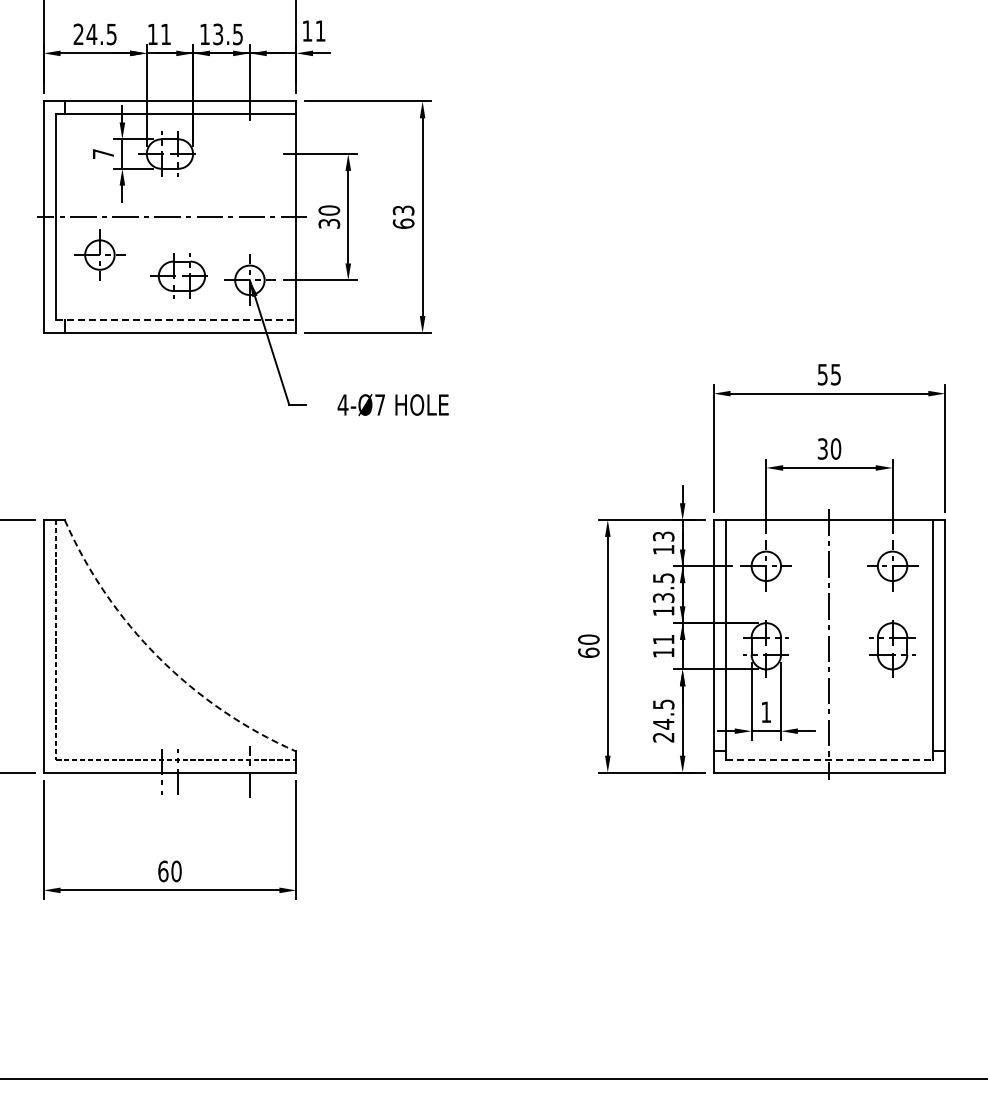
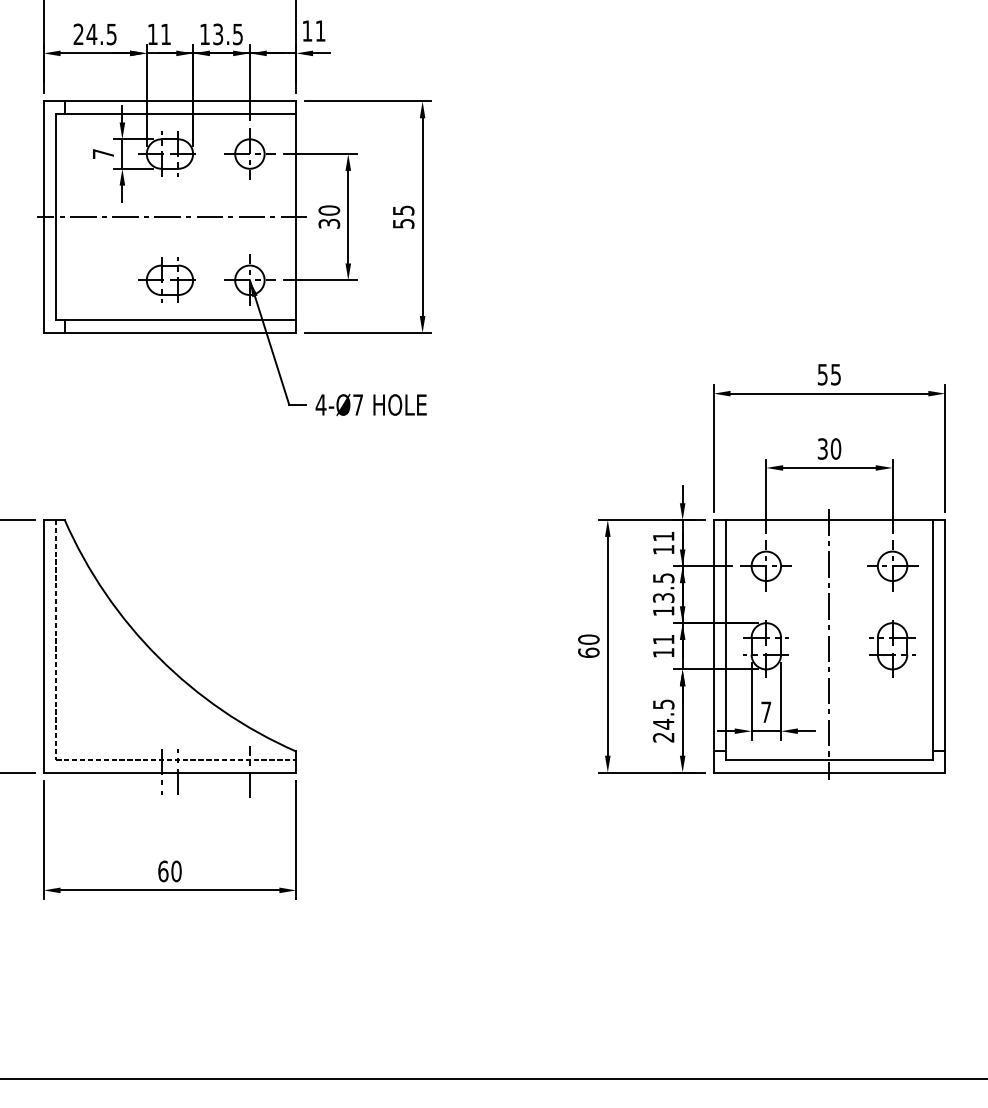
text at (403, 216): 63 -> 55
part at (99, 254) position: (99, 254) -> (249, 153)
part at (178, 275) position: (178, 275) -> (166, 279)
line at (176, 320): dashed -> solid
text at (392, 404) position: (392, 404) -> (370, 404)
text at (663, 536): 13 -> 11
arc at (158, 657): dashed -> solid
text at (766, 711): 1 -> 7
line at (829, 759): dashed -> solid
